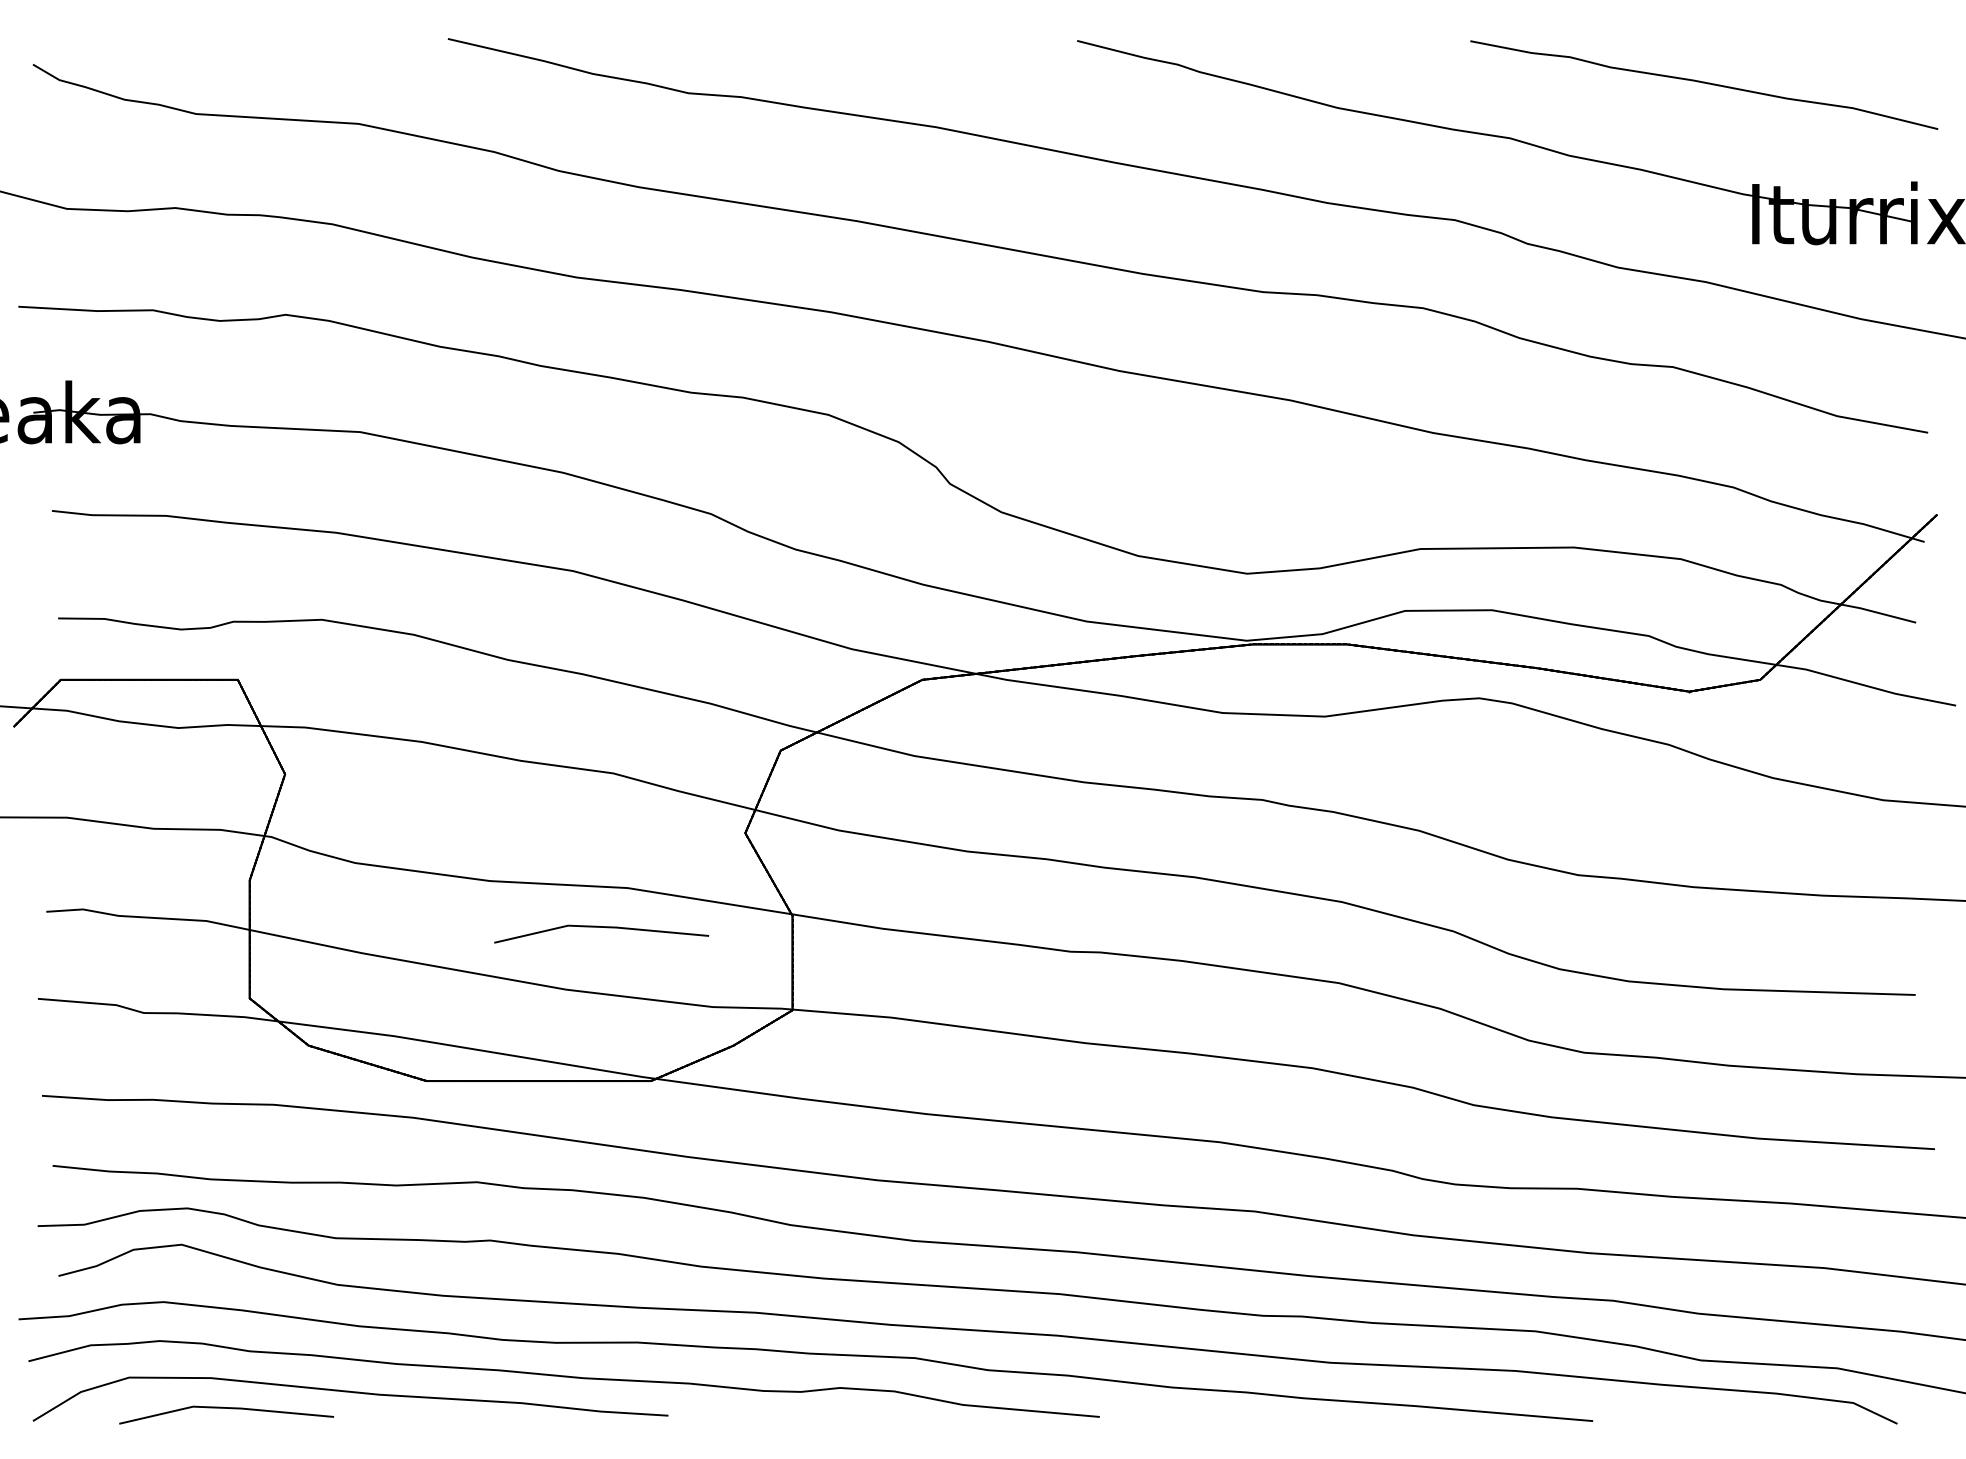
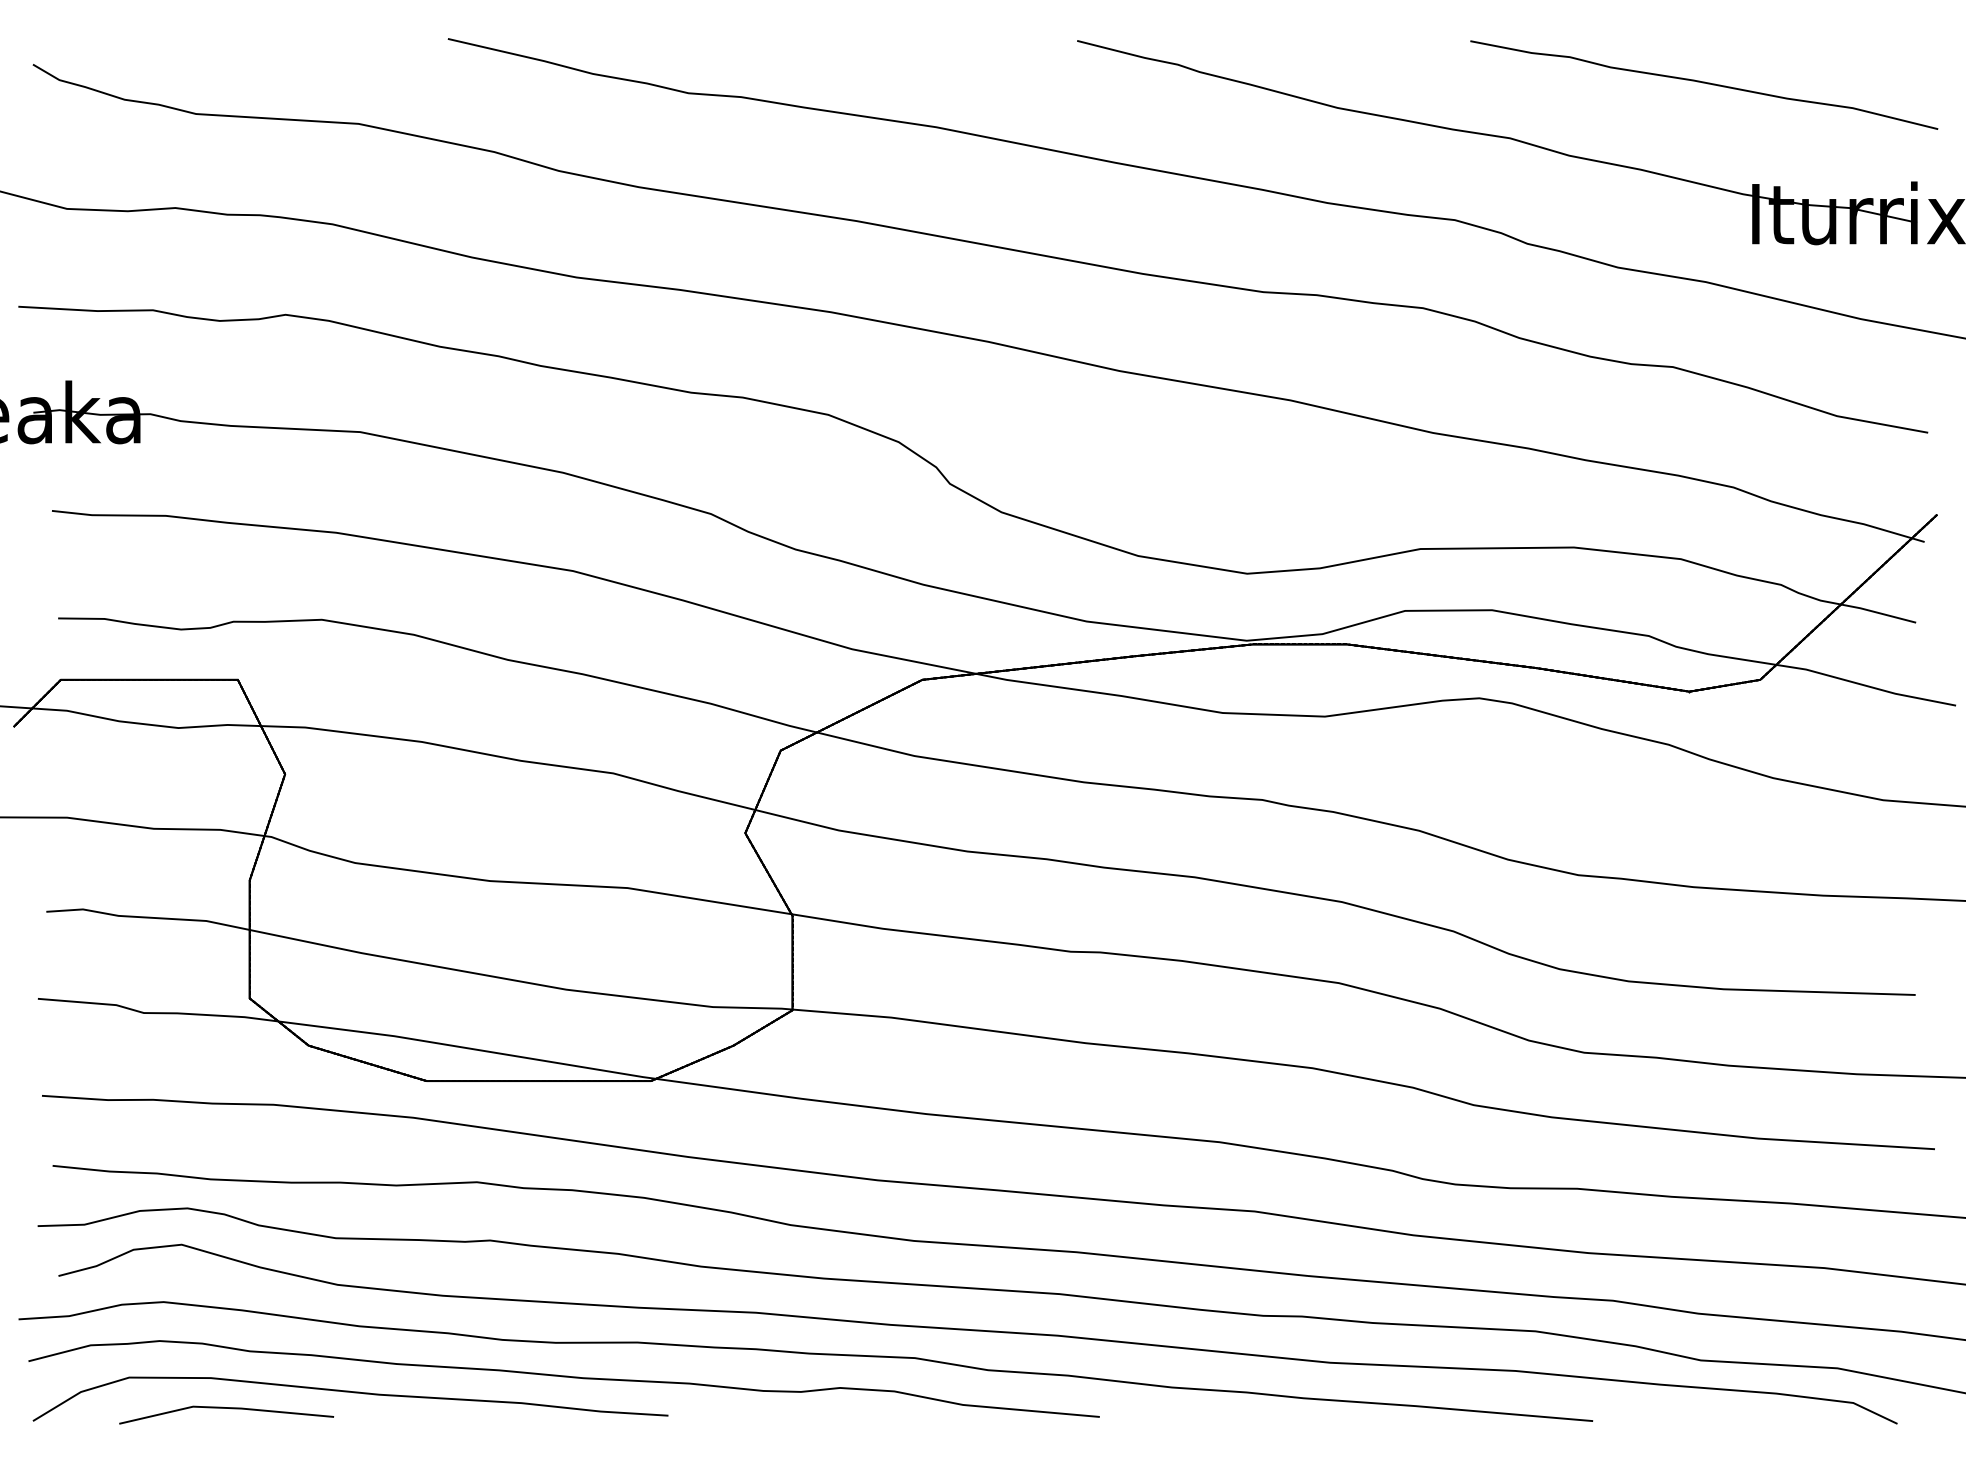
line at (601, 927): present -> none
